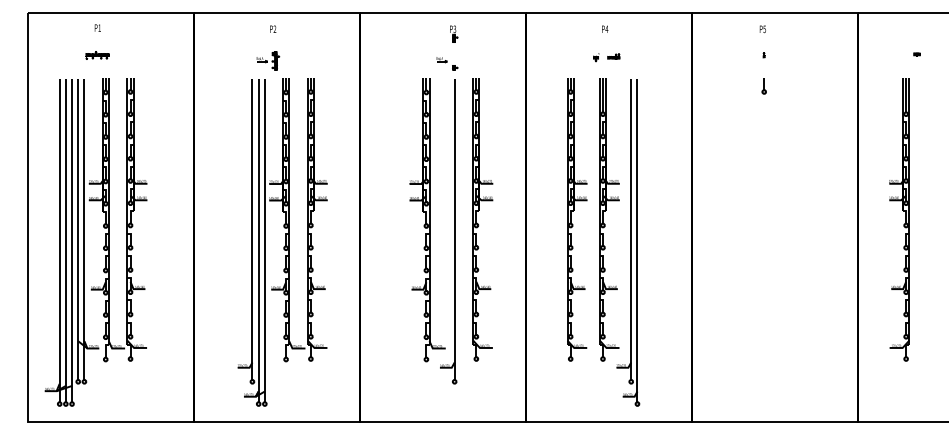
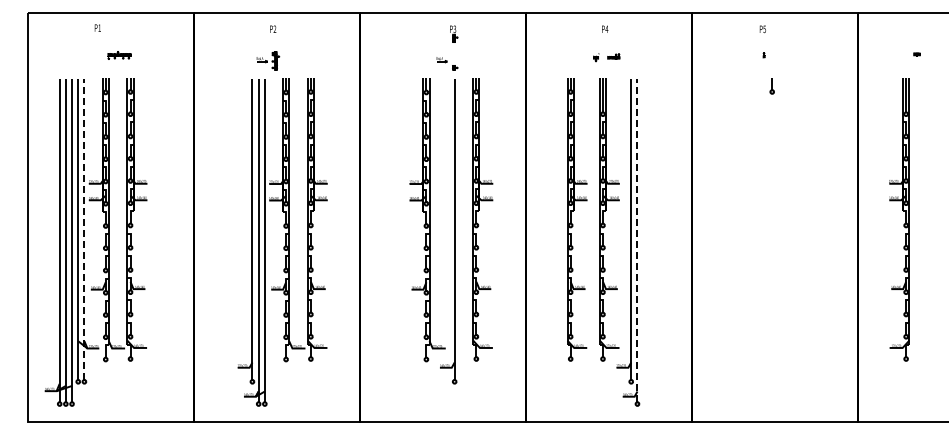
part at (97, 55) position: (97, 55) -> (119, 55)
part at (763, 86) position: (763, 86) -> (771, 86)
line at (84, 229): solid -> dashed
line at (637, 240): solid -> dashed
